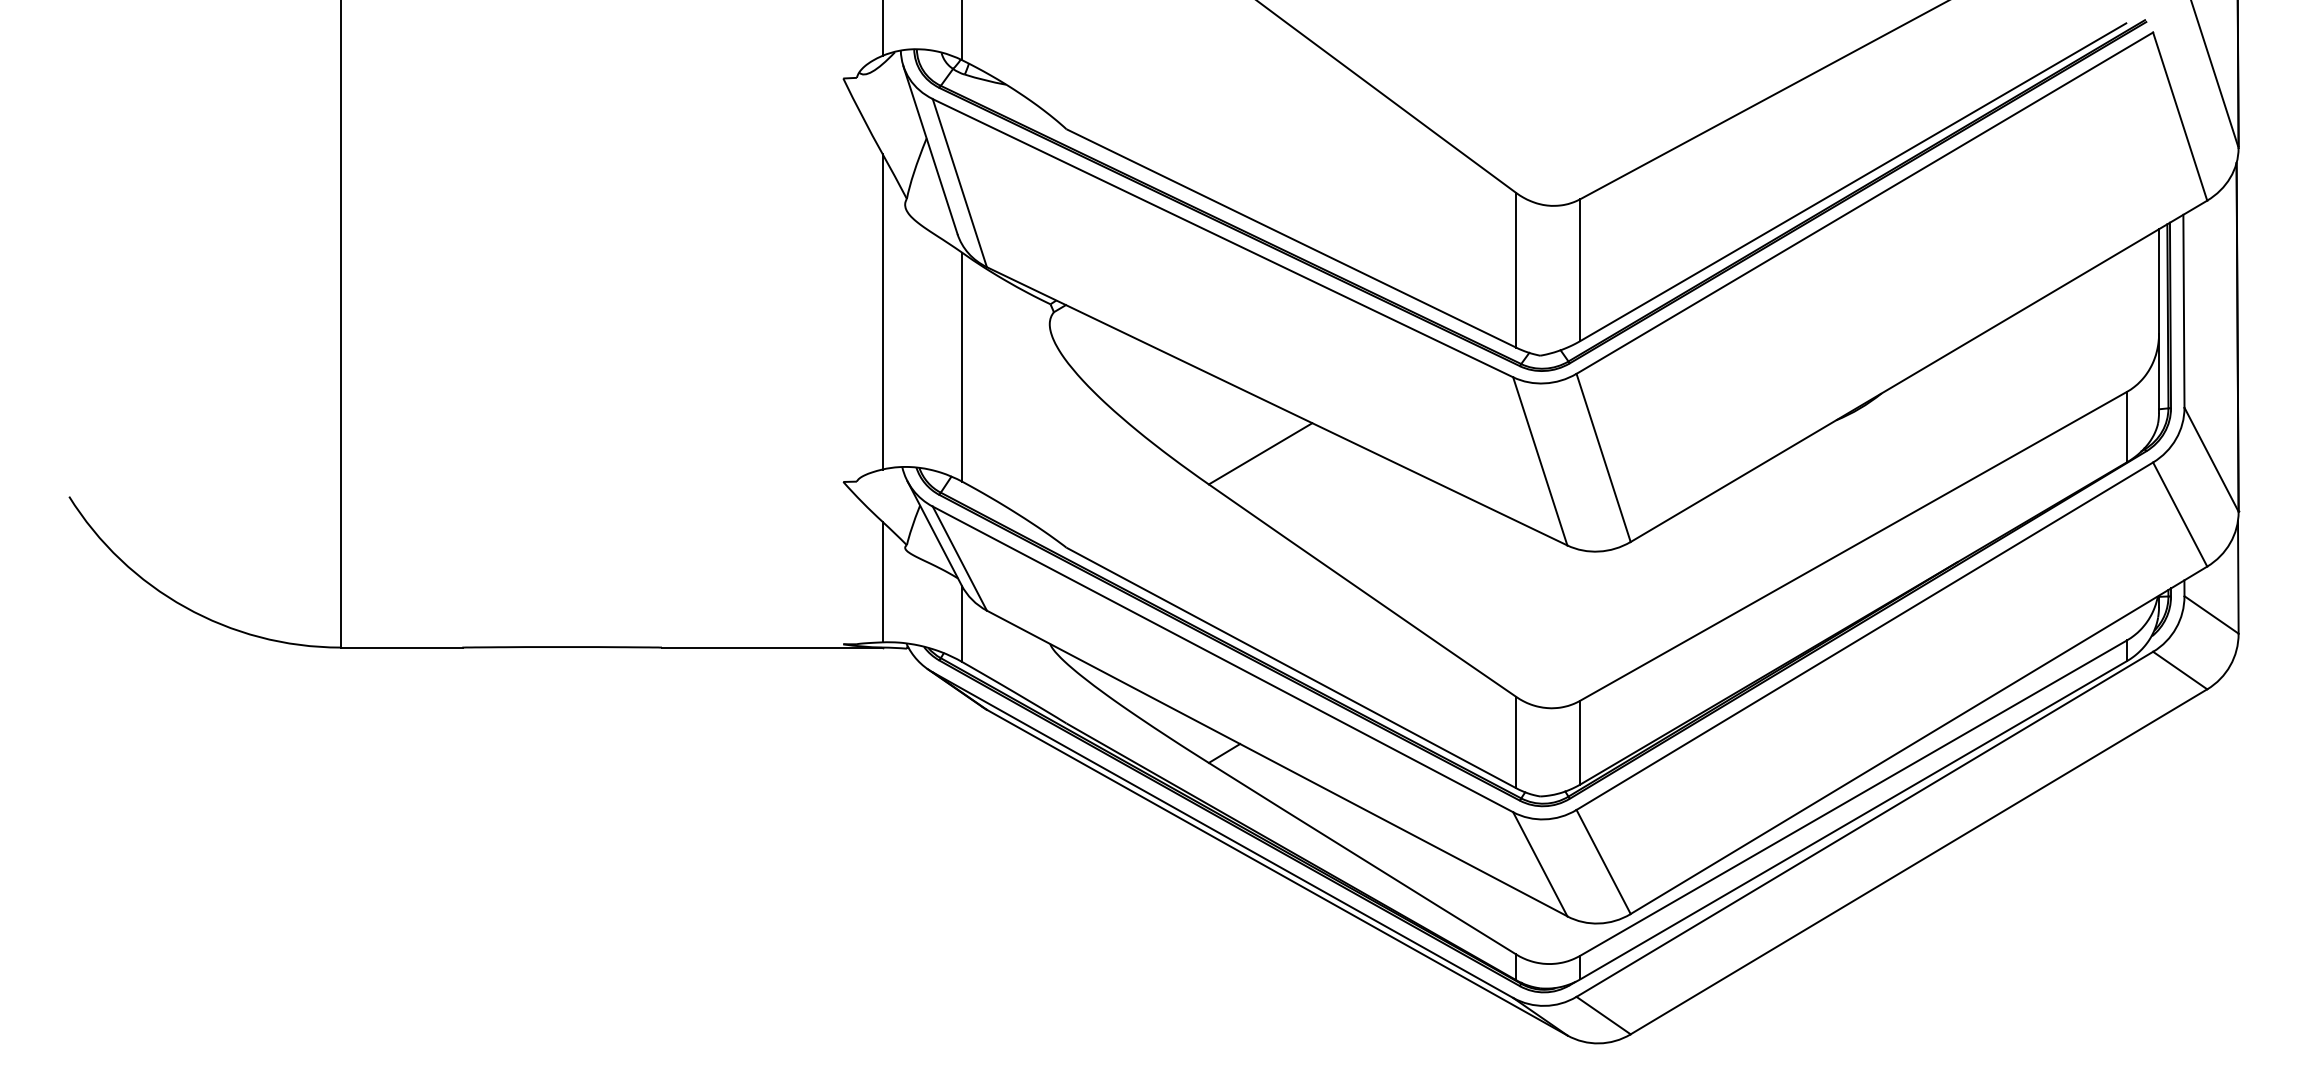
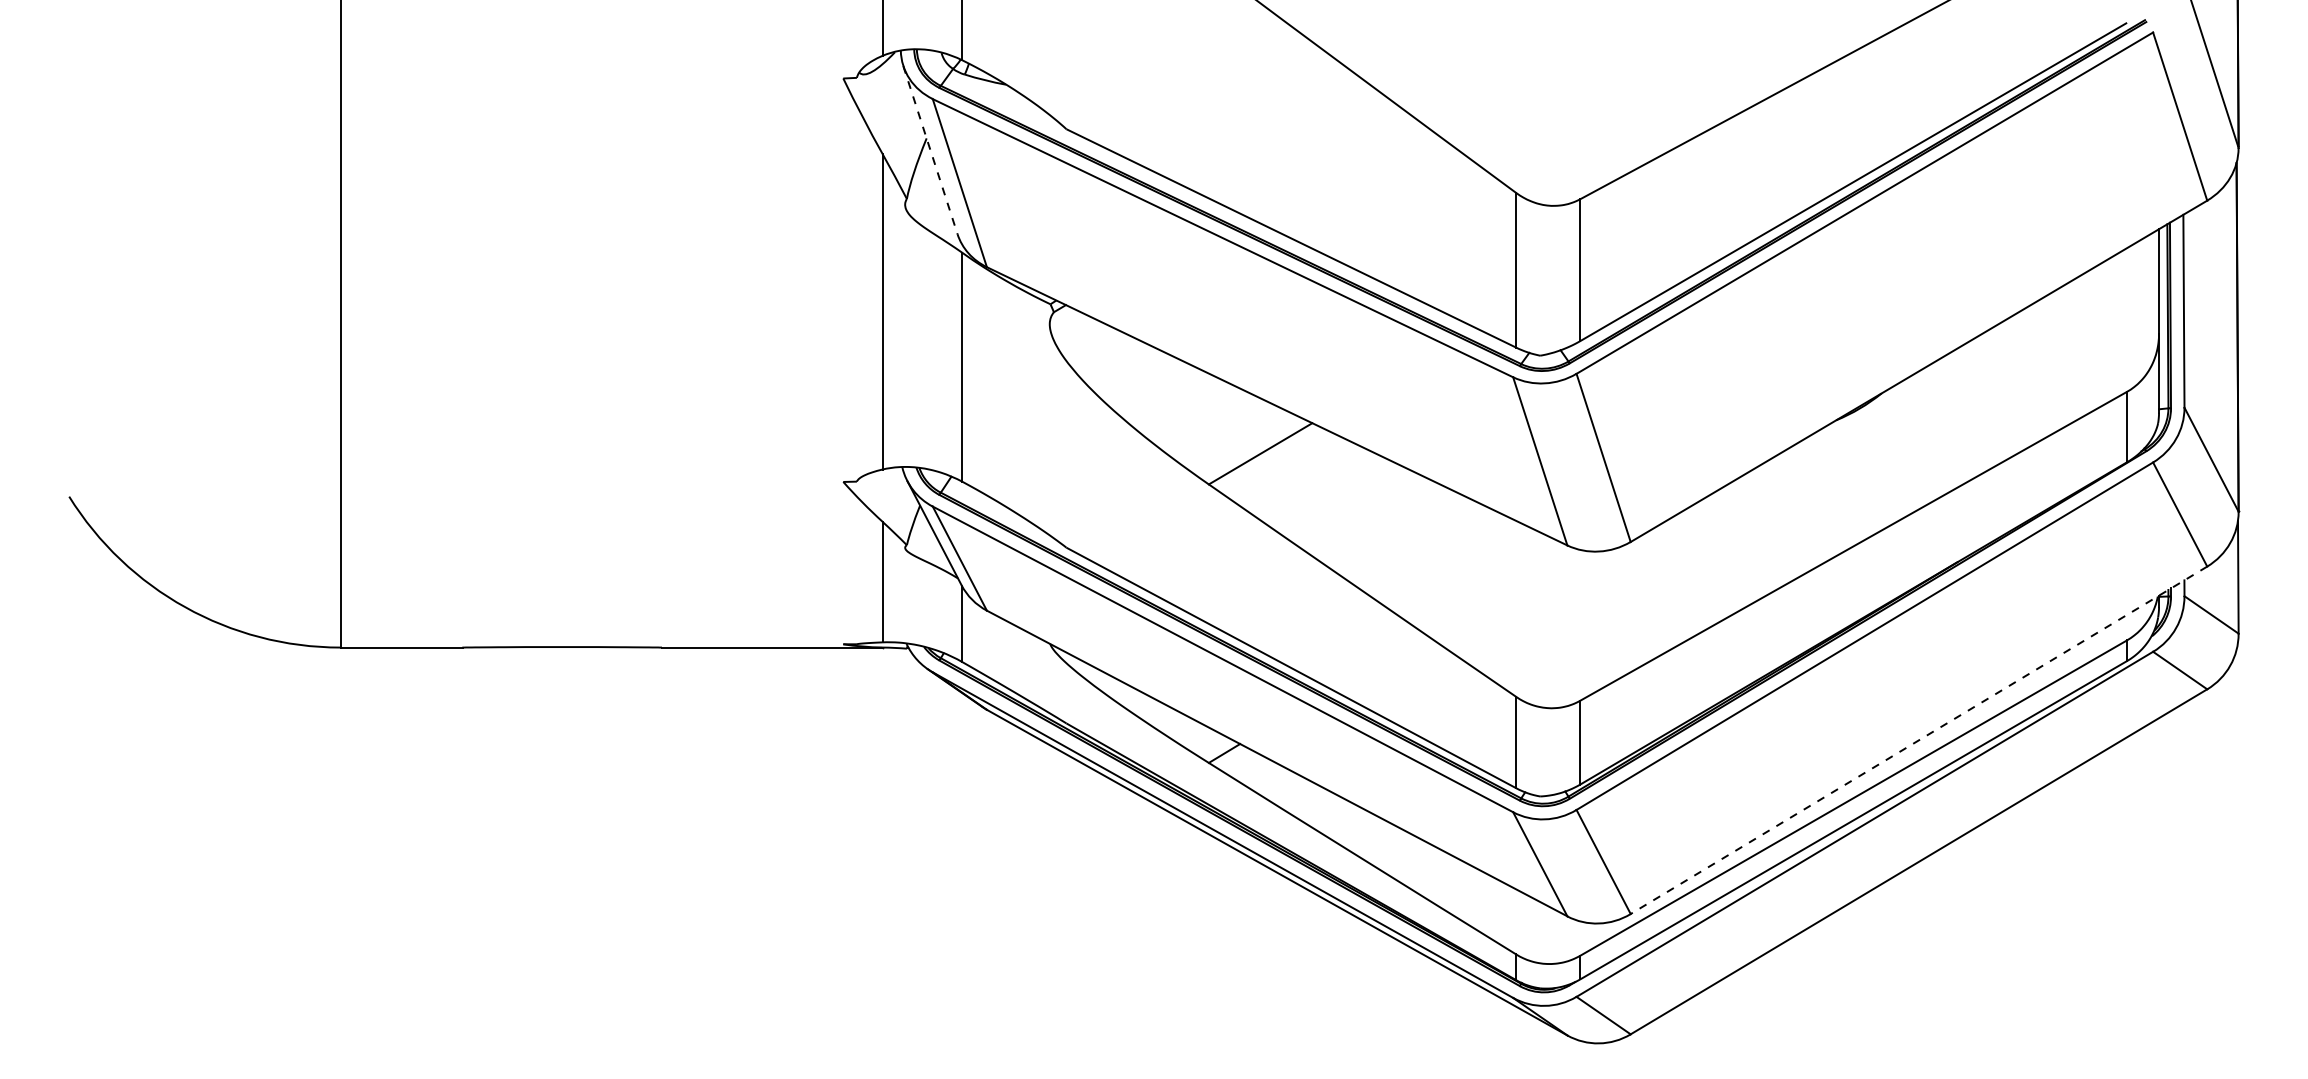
line at (930, 150): solid -> dashed
line at (1918, 740): solid -> dashed
